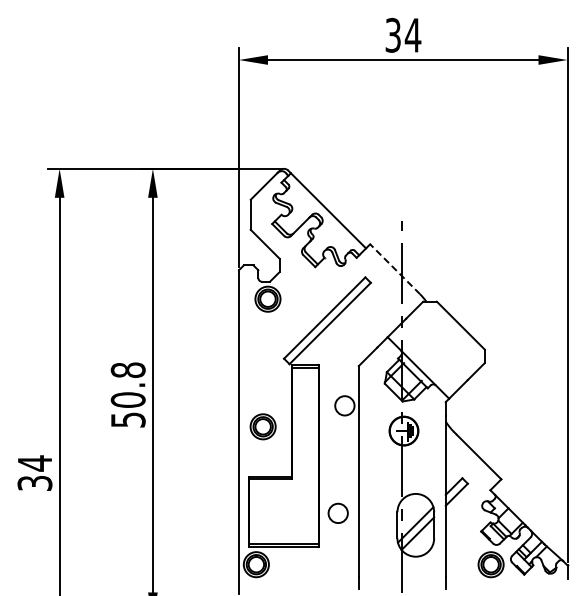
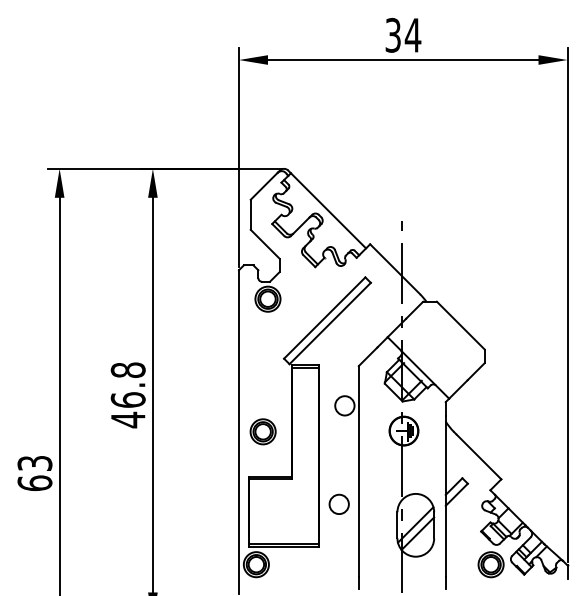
line at (394, 268): dashed -> solid
text at (127, 410): 50.8 -> 46.8
part at (262, 426) position: (262, 426) -> (262, 431)
text at (34, 473): 34 -> 63
circle at (337, 512) position: (337, 512) -> (338, 503)
